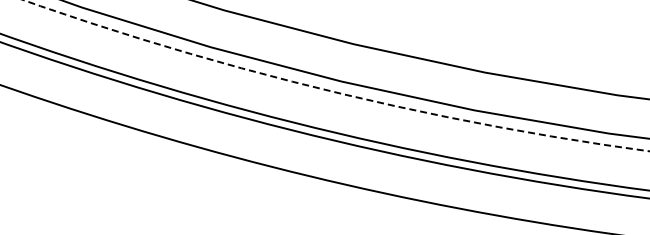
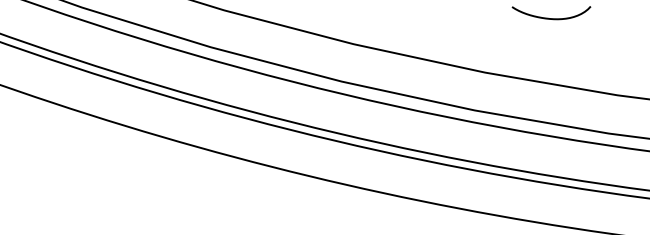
curve at (548, 17): none -> present
arc at (333, 91): dashed -> solid
